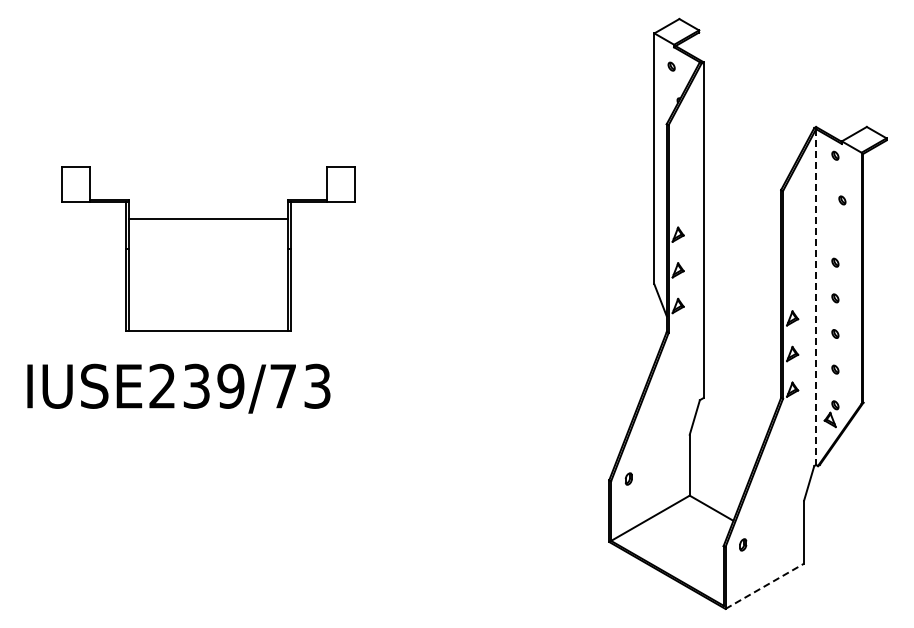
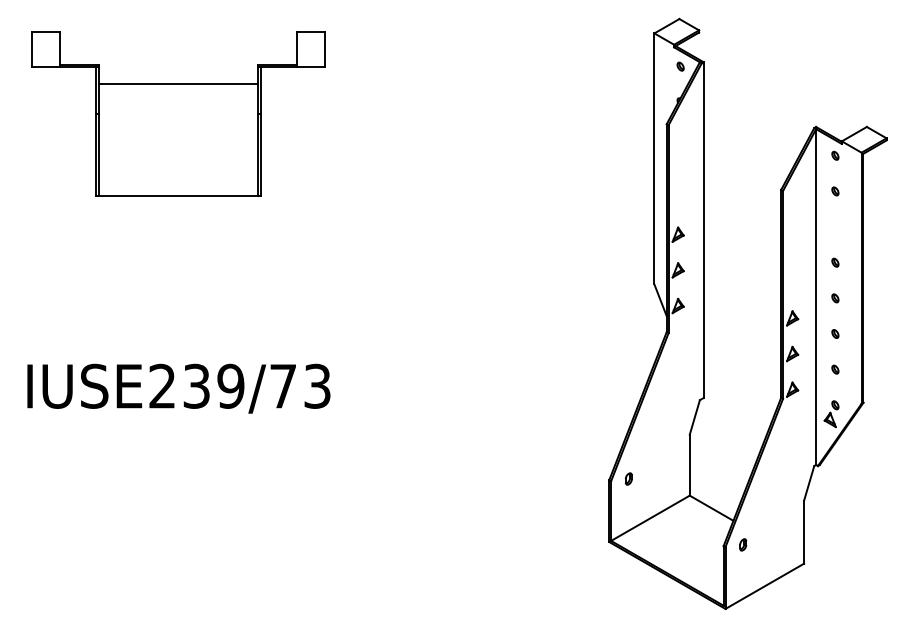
part at (671, 66) position: (671, 66) -> (680, 66)
part at (842, 200) position: (842, 200) -> (835, 191)
part at (208, 248) position: (208, 248) -> (178, 113)
line at (816, 297): dashed -> solid
line at (765, 586): dashed -> solid
